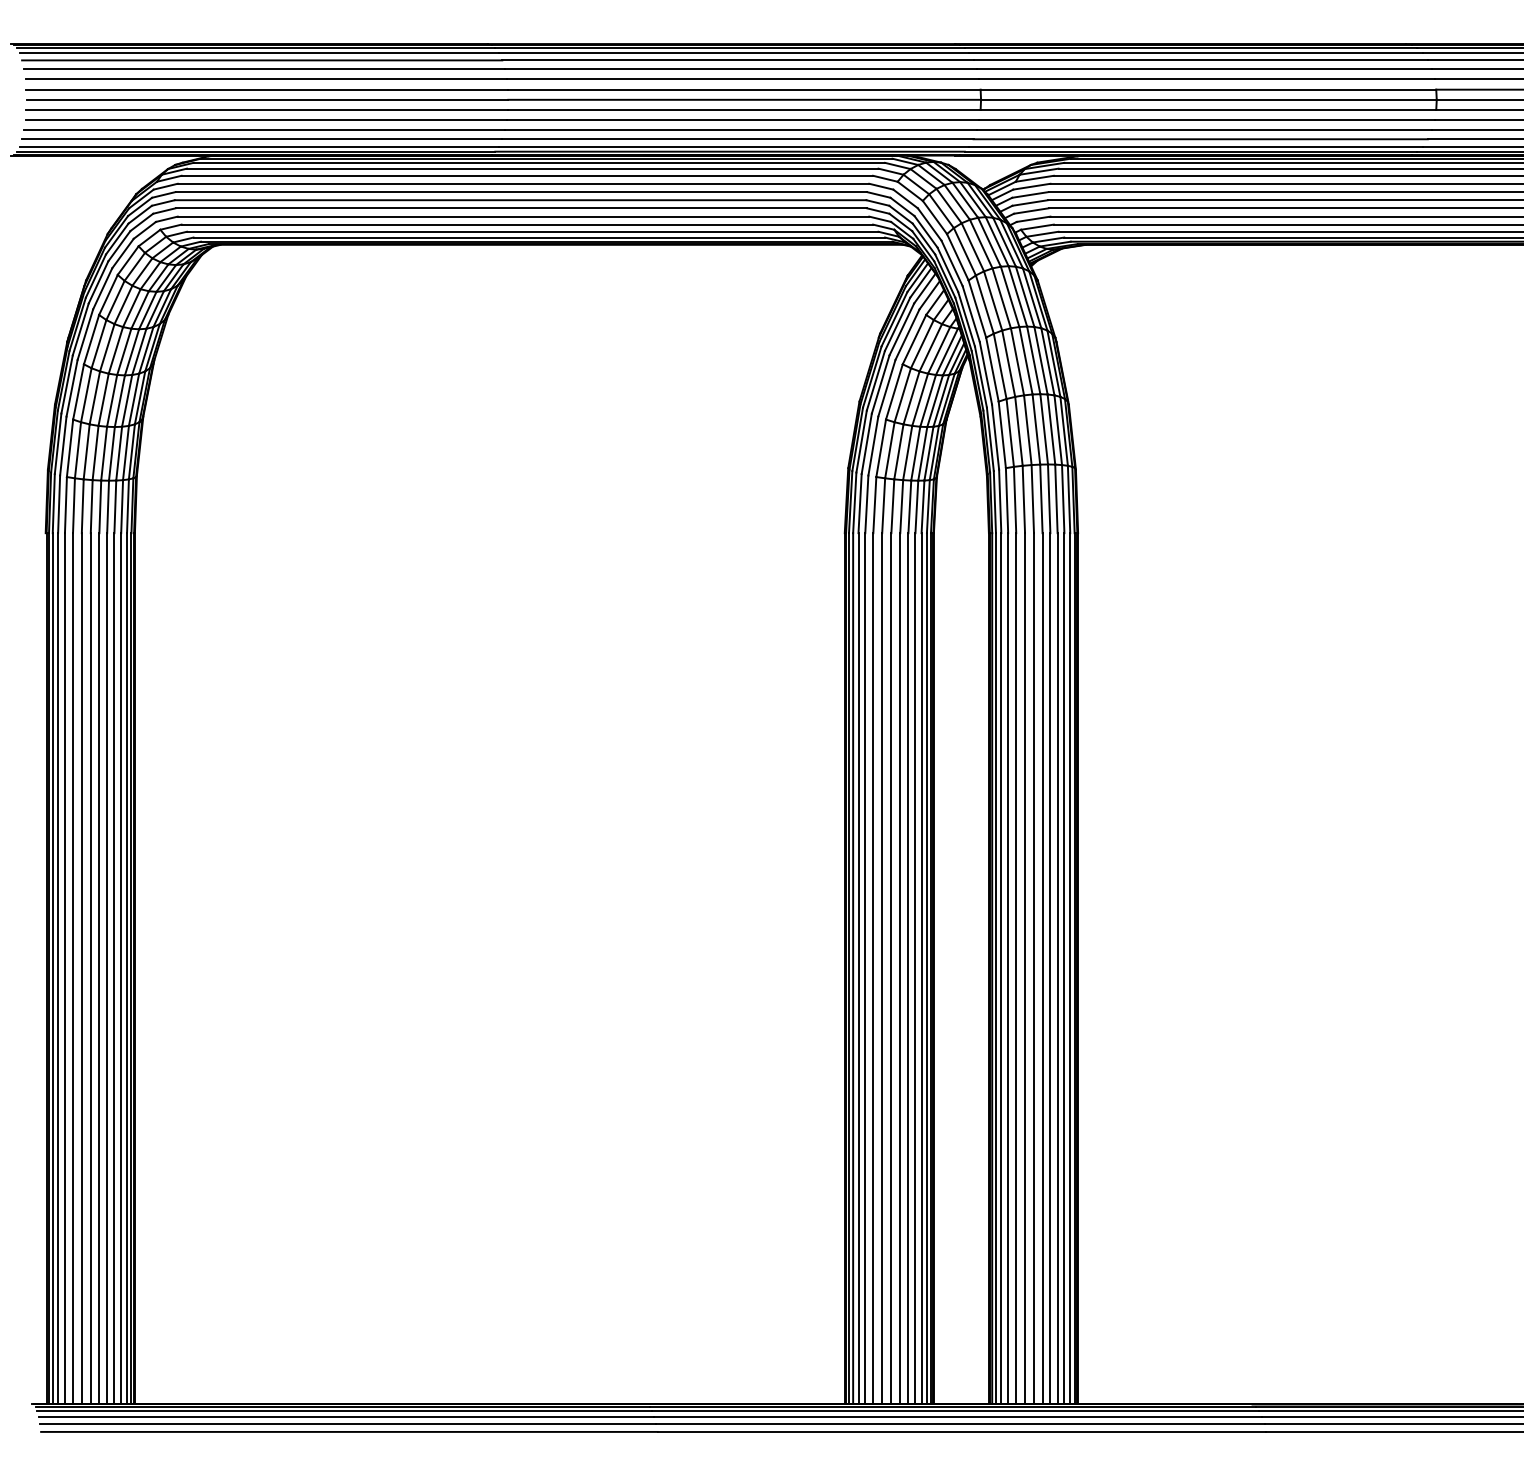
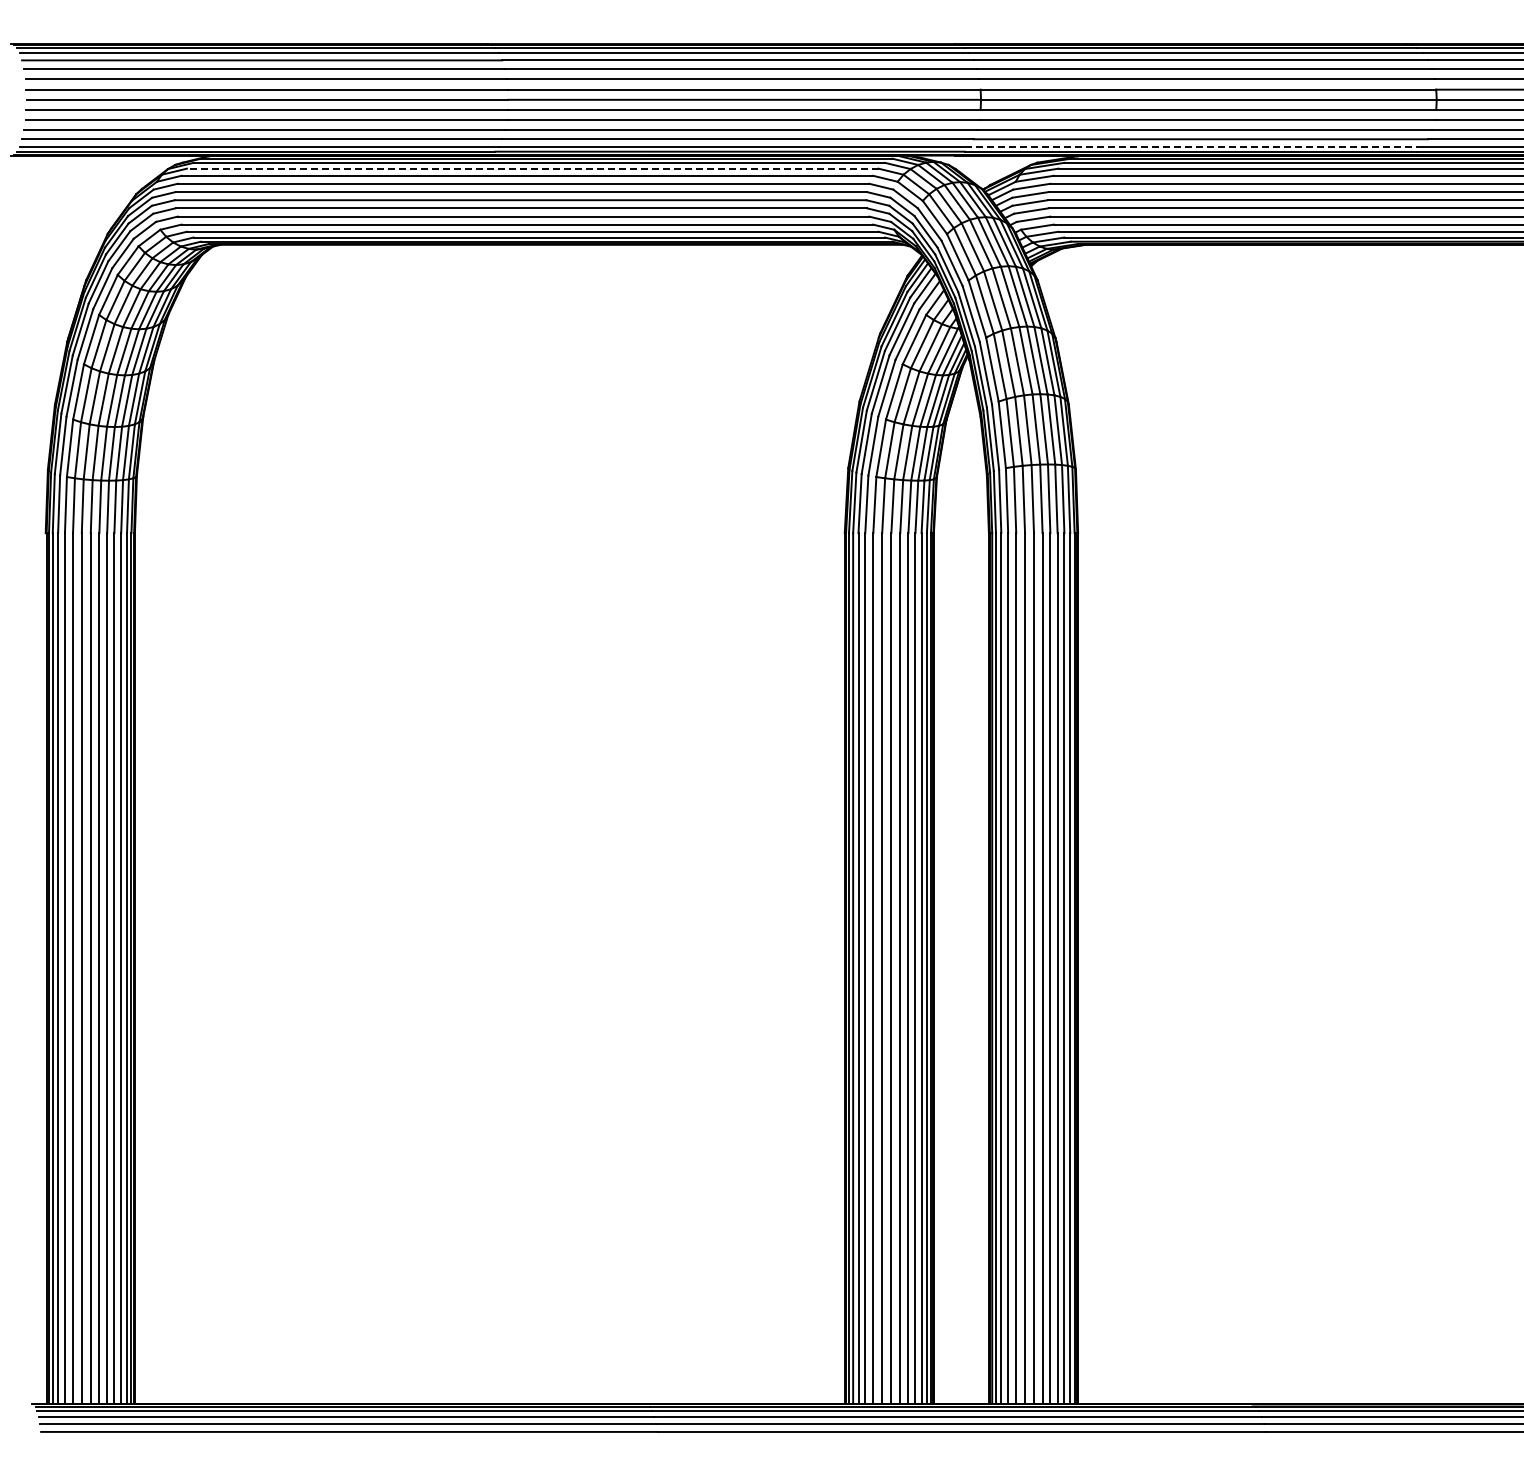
line at (1196, 146): solid -> dashed
line at (532, 168): solid -> dashed
